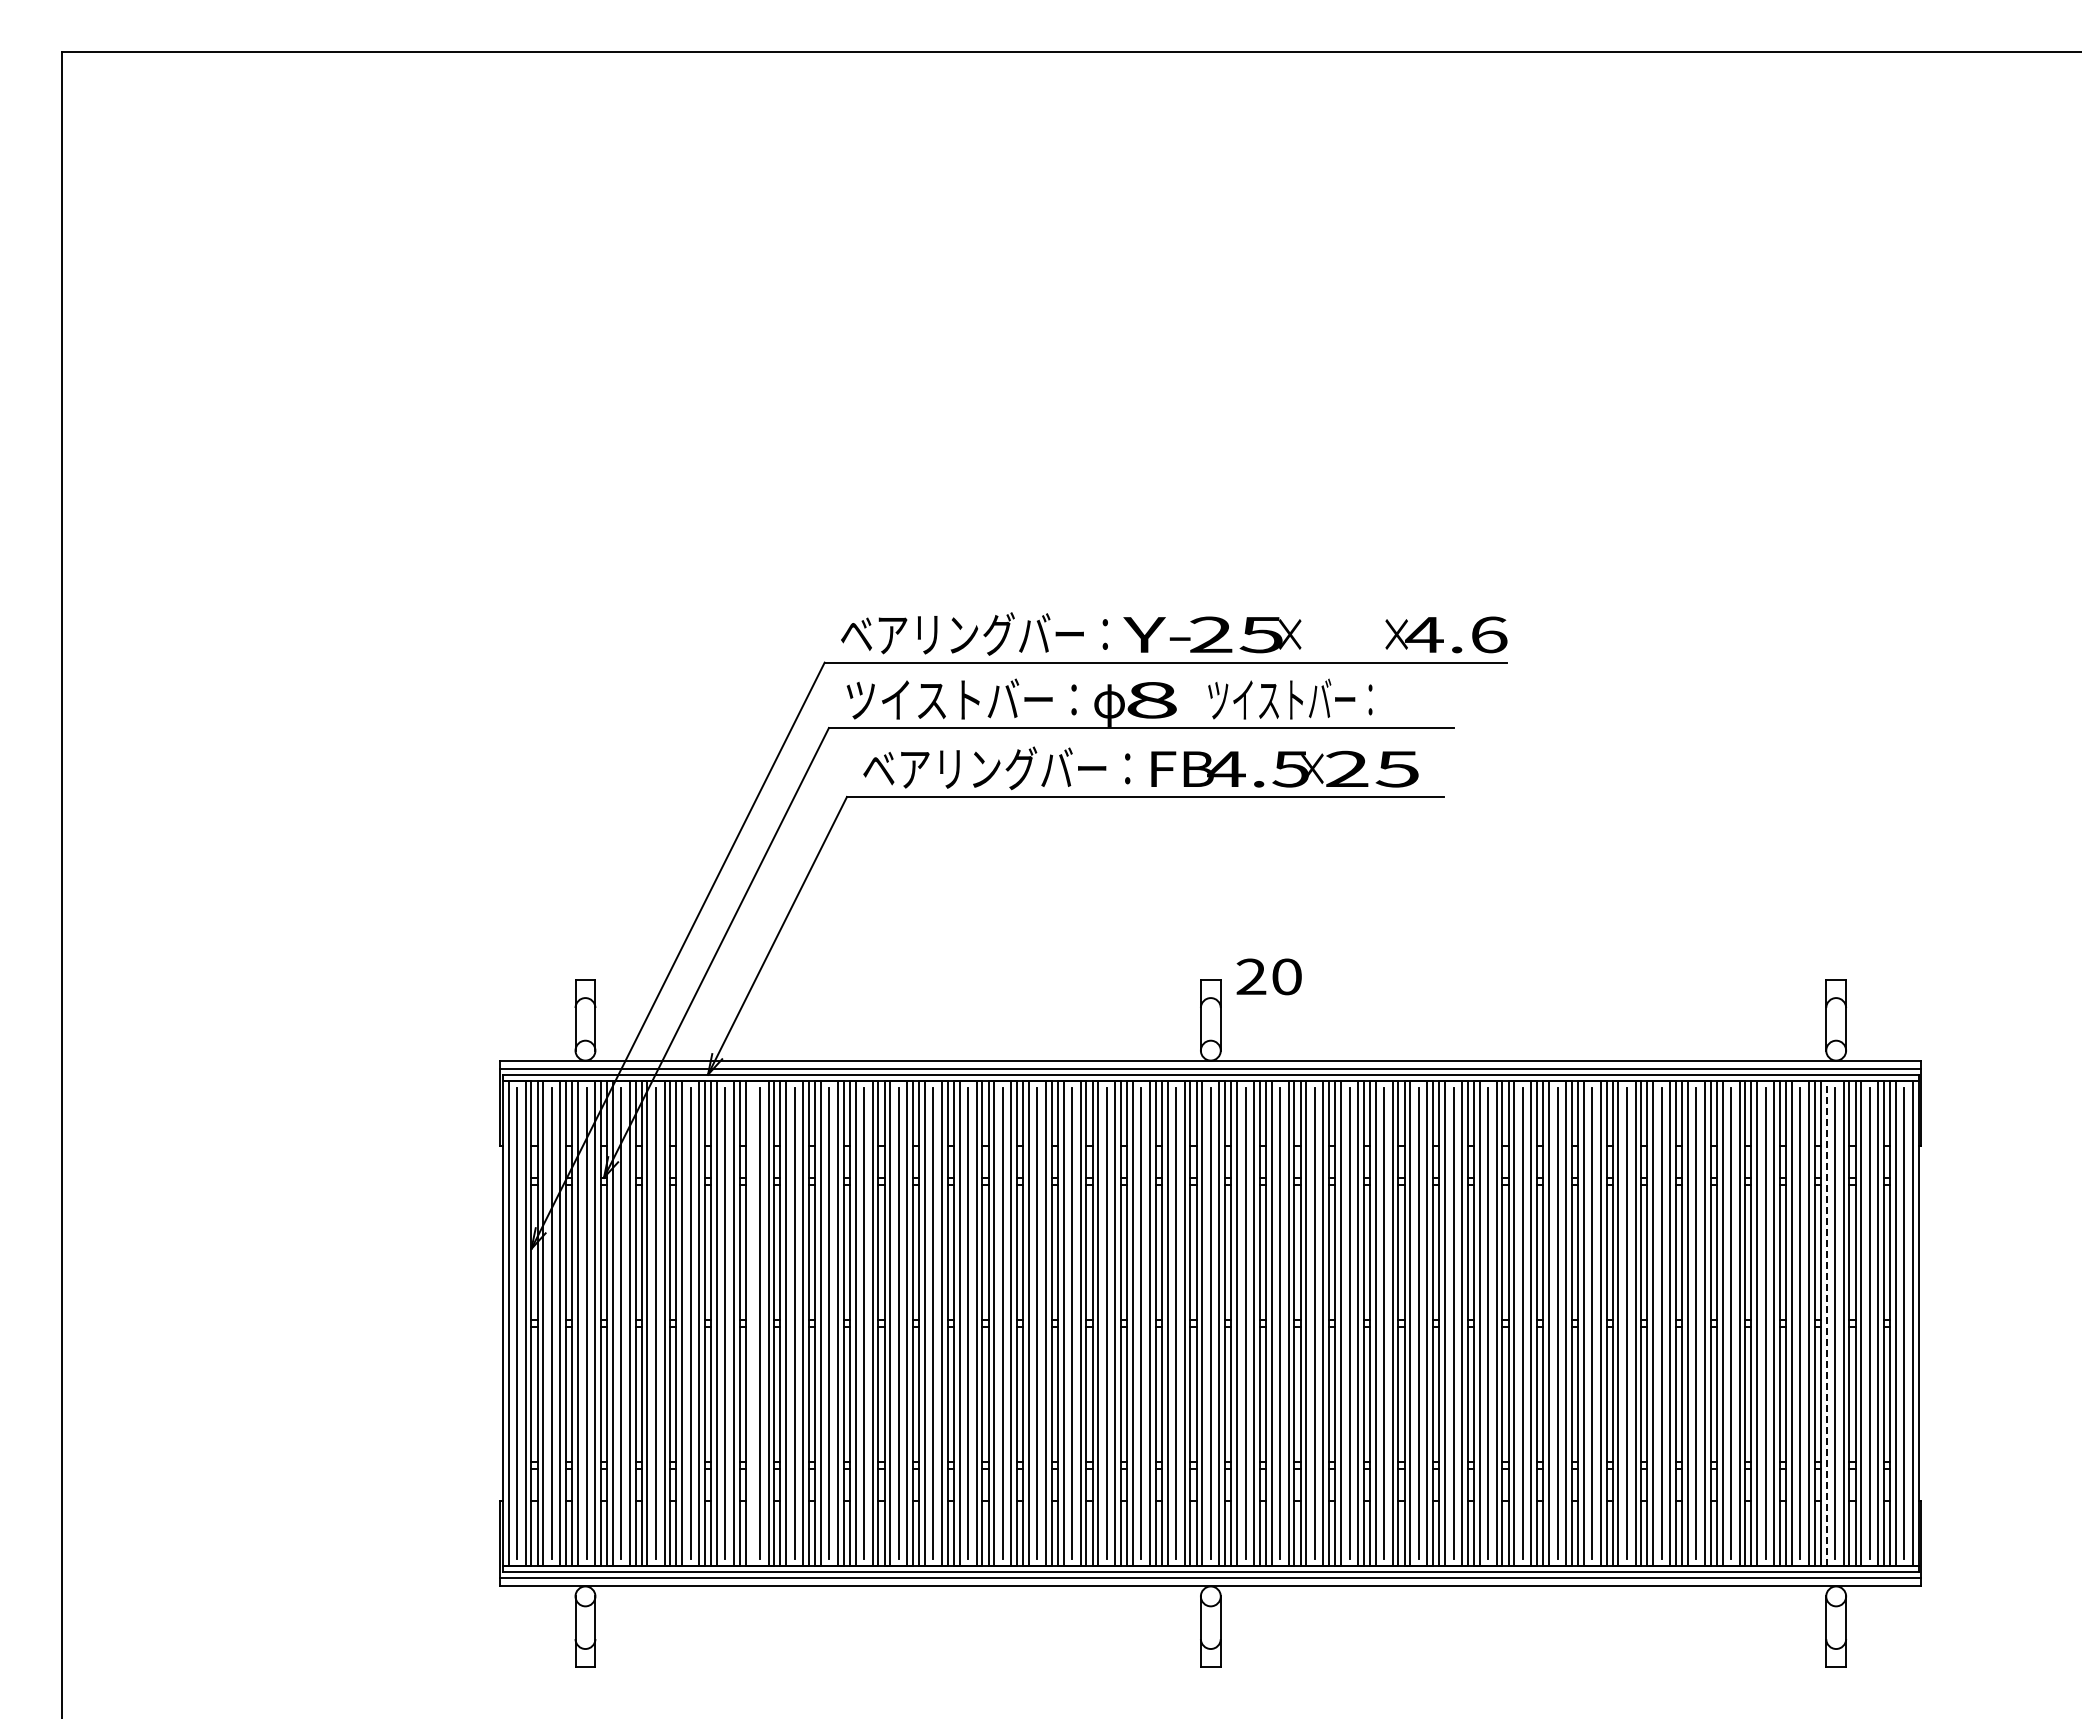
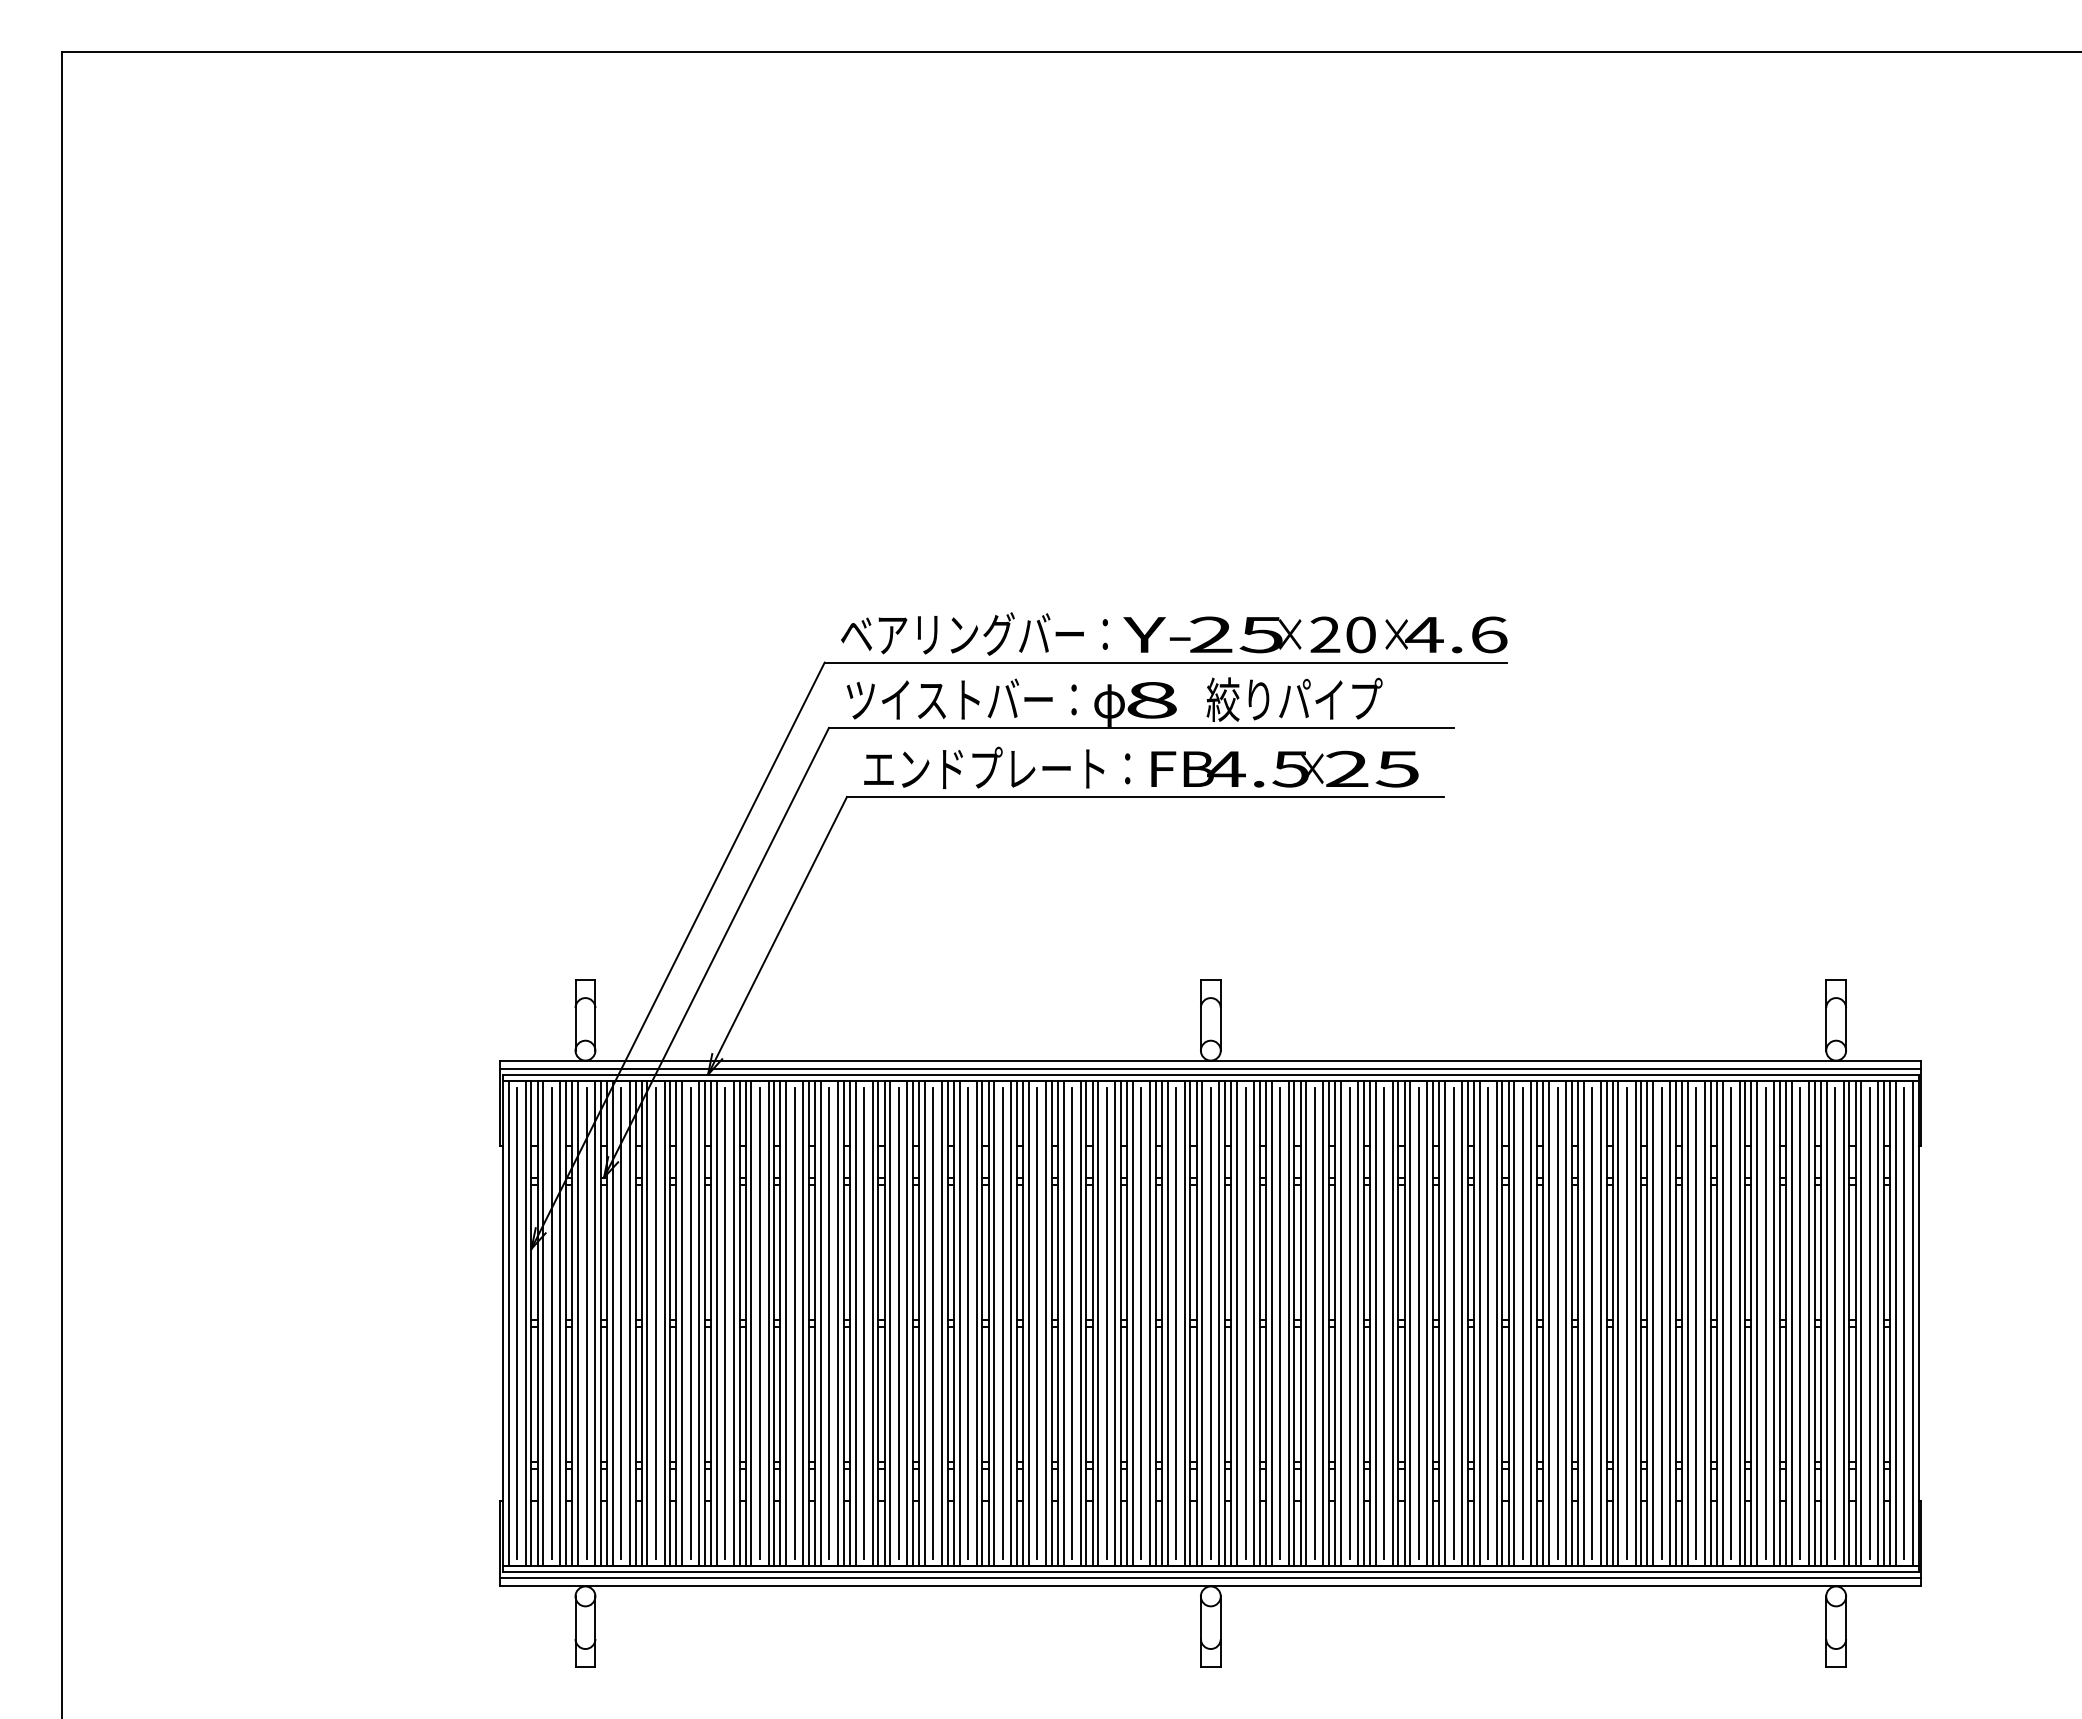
text at (1294, 699): ツイストバー： -> 絞りパイプ
text at (984, 768): ベアリングバー： -> エンドプレート：
text at (1268, 976) position: (1268, 976) -> (1342, 634)
line at (751, 1323): none -> present
line at (1826, 1323): dashed -> solid
